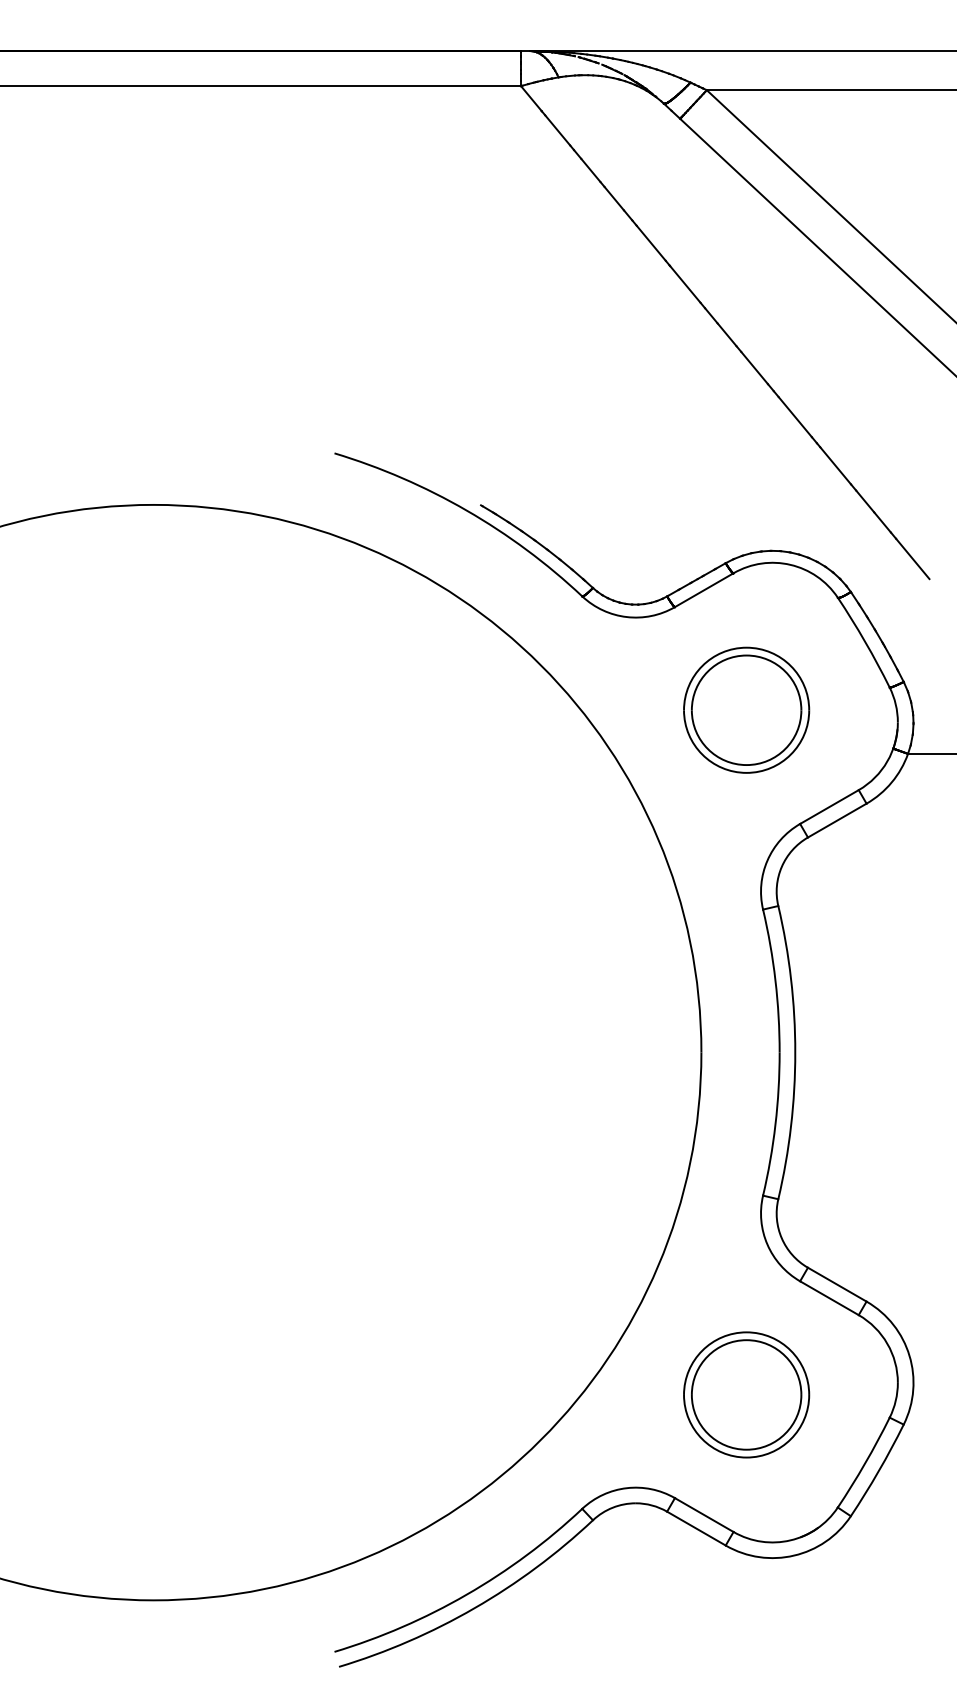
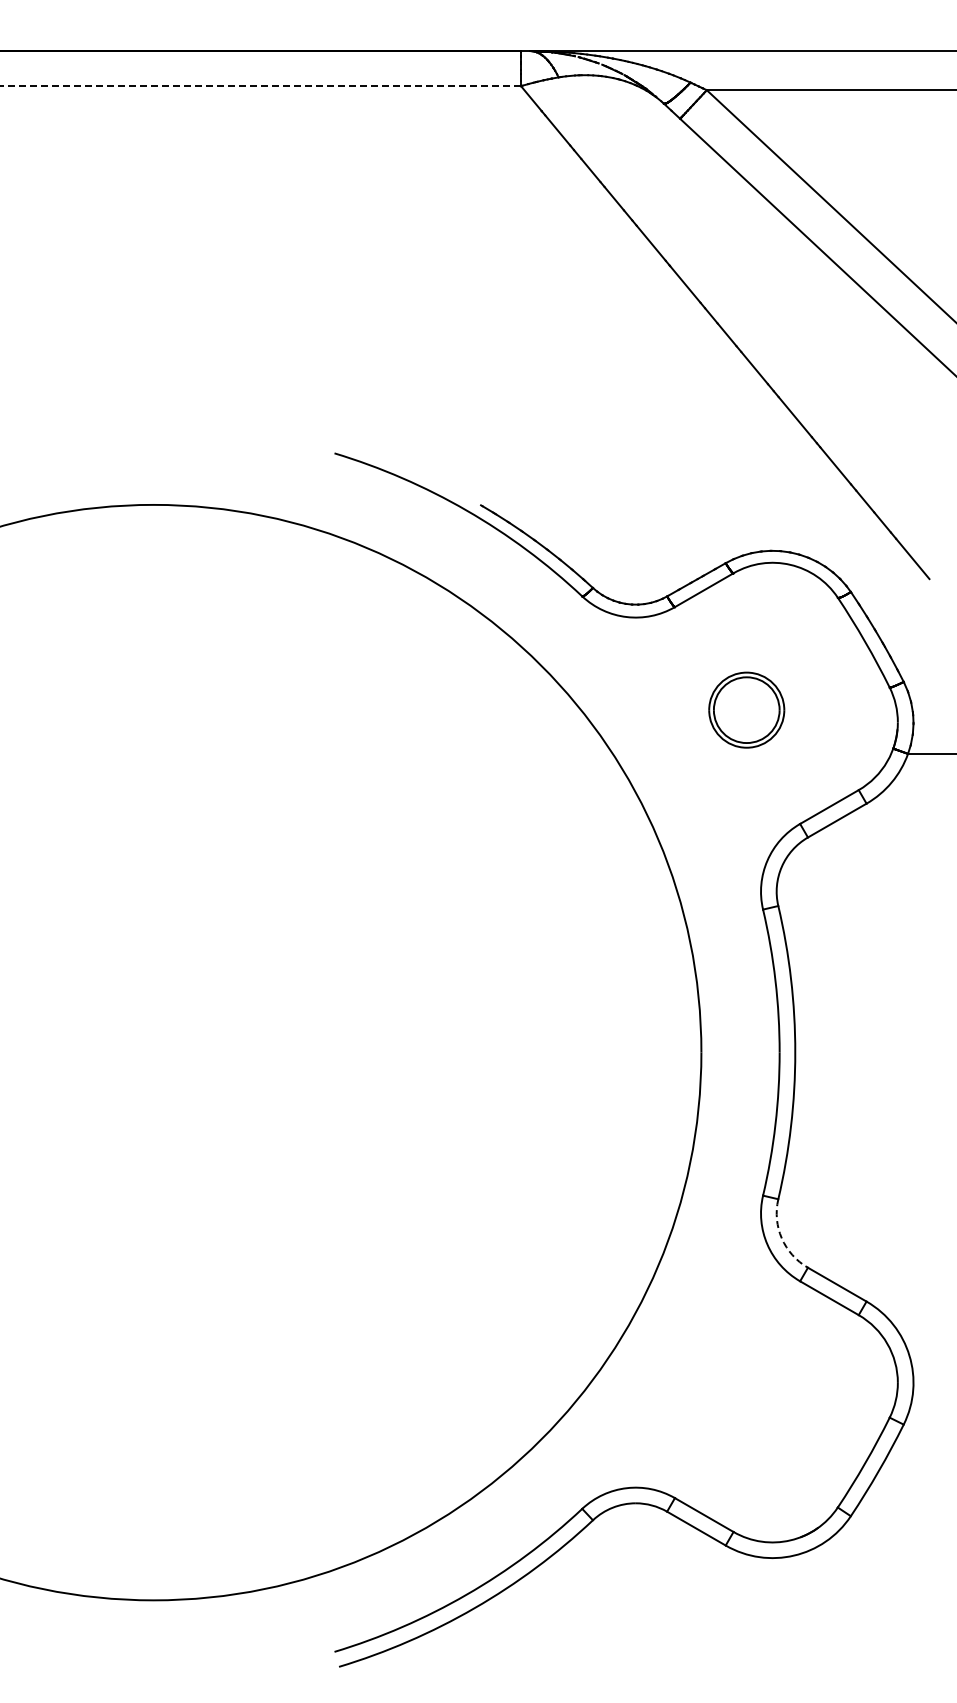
line at (260, 86): solid -> dashed
part at (746, 709) size: 128x128 px -> 78x78 px
arc at (781, 1238): solid -> dashed
part at (746, 1394): present -> none
